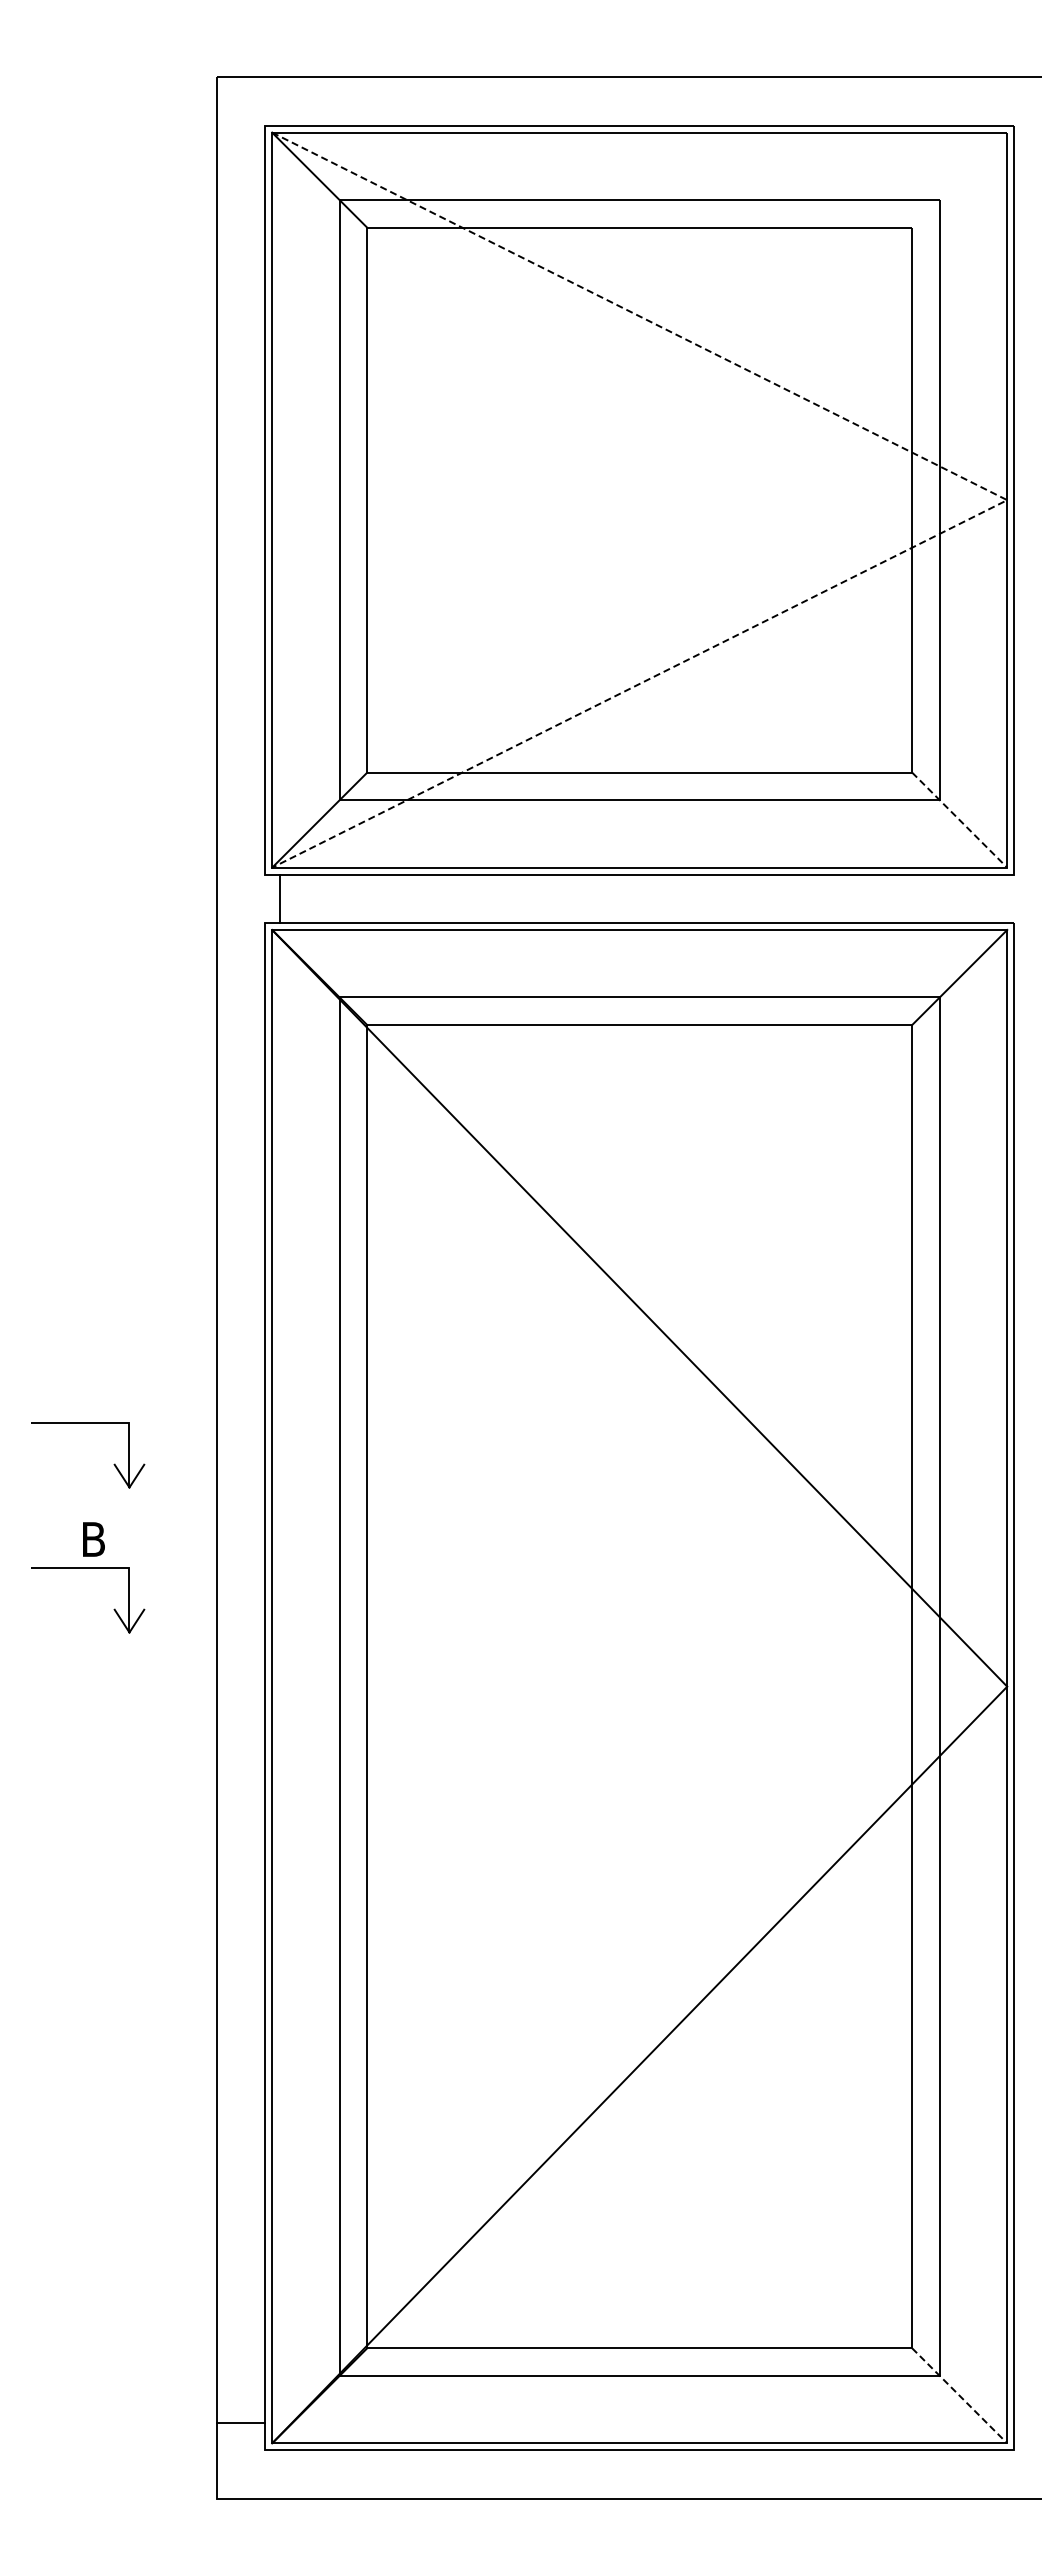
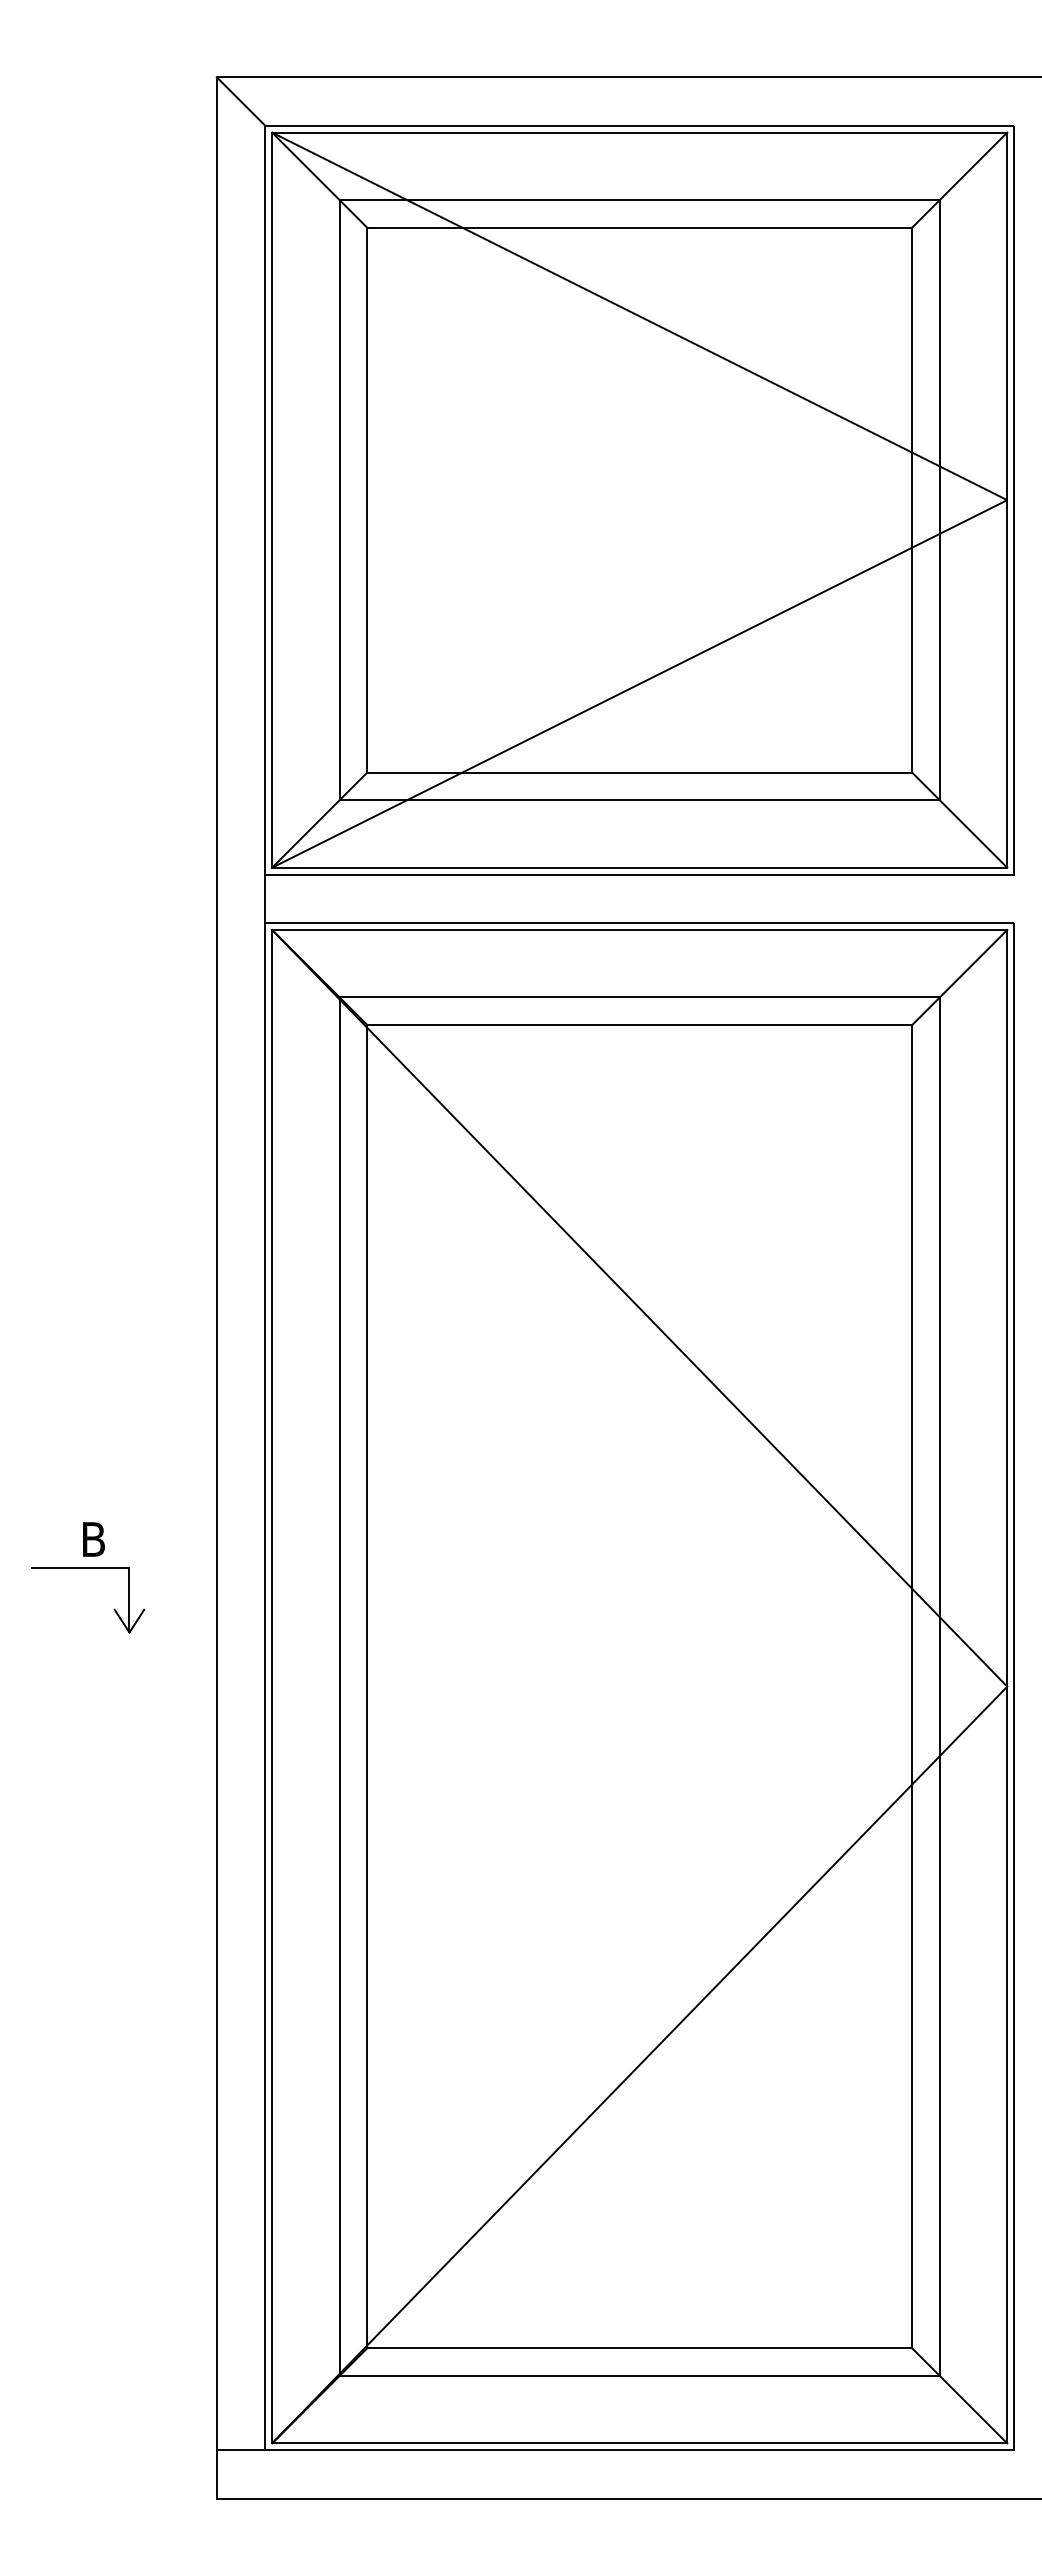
line at (240, 101): none -> present
line at (959, 179): none -> present
line at (1007, 500): dashed -> solid
line at (960, 820): dashed -> solid
line at (280, 898) position: (280, 898) -> (265, 898)
part at (113, 1464): present -> none
line at (960, 2396): dashed -> solid
line at (240, 2423) position: (240, 2423) -> (240, 2450)
